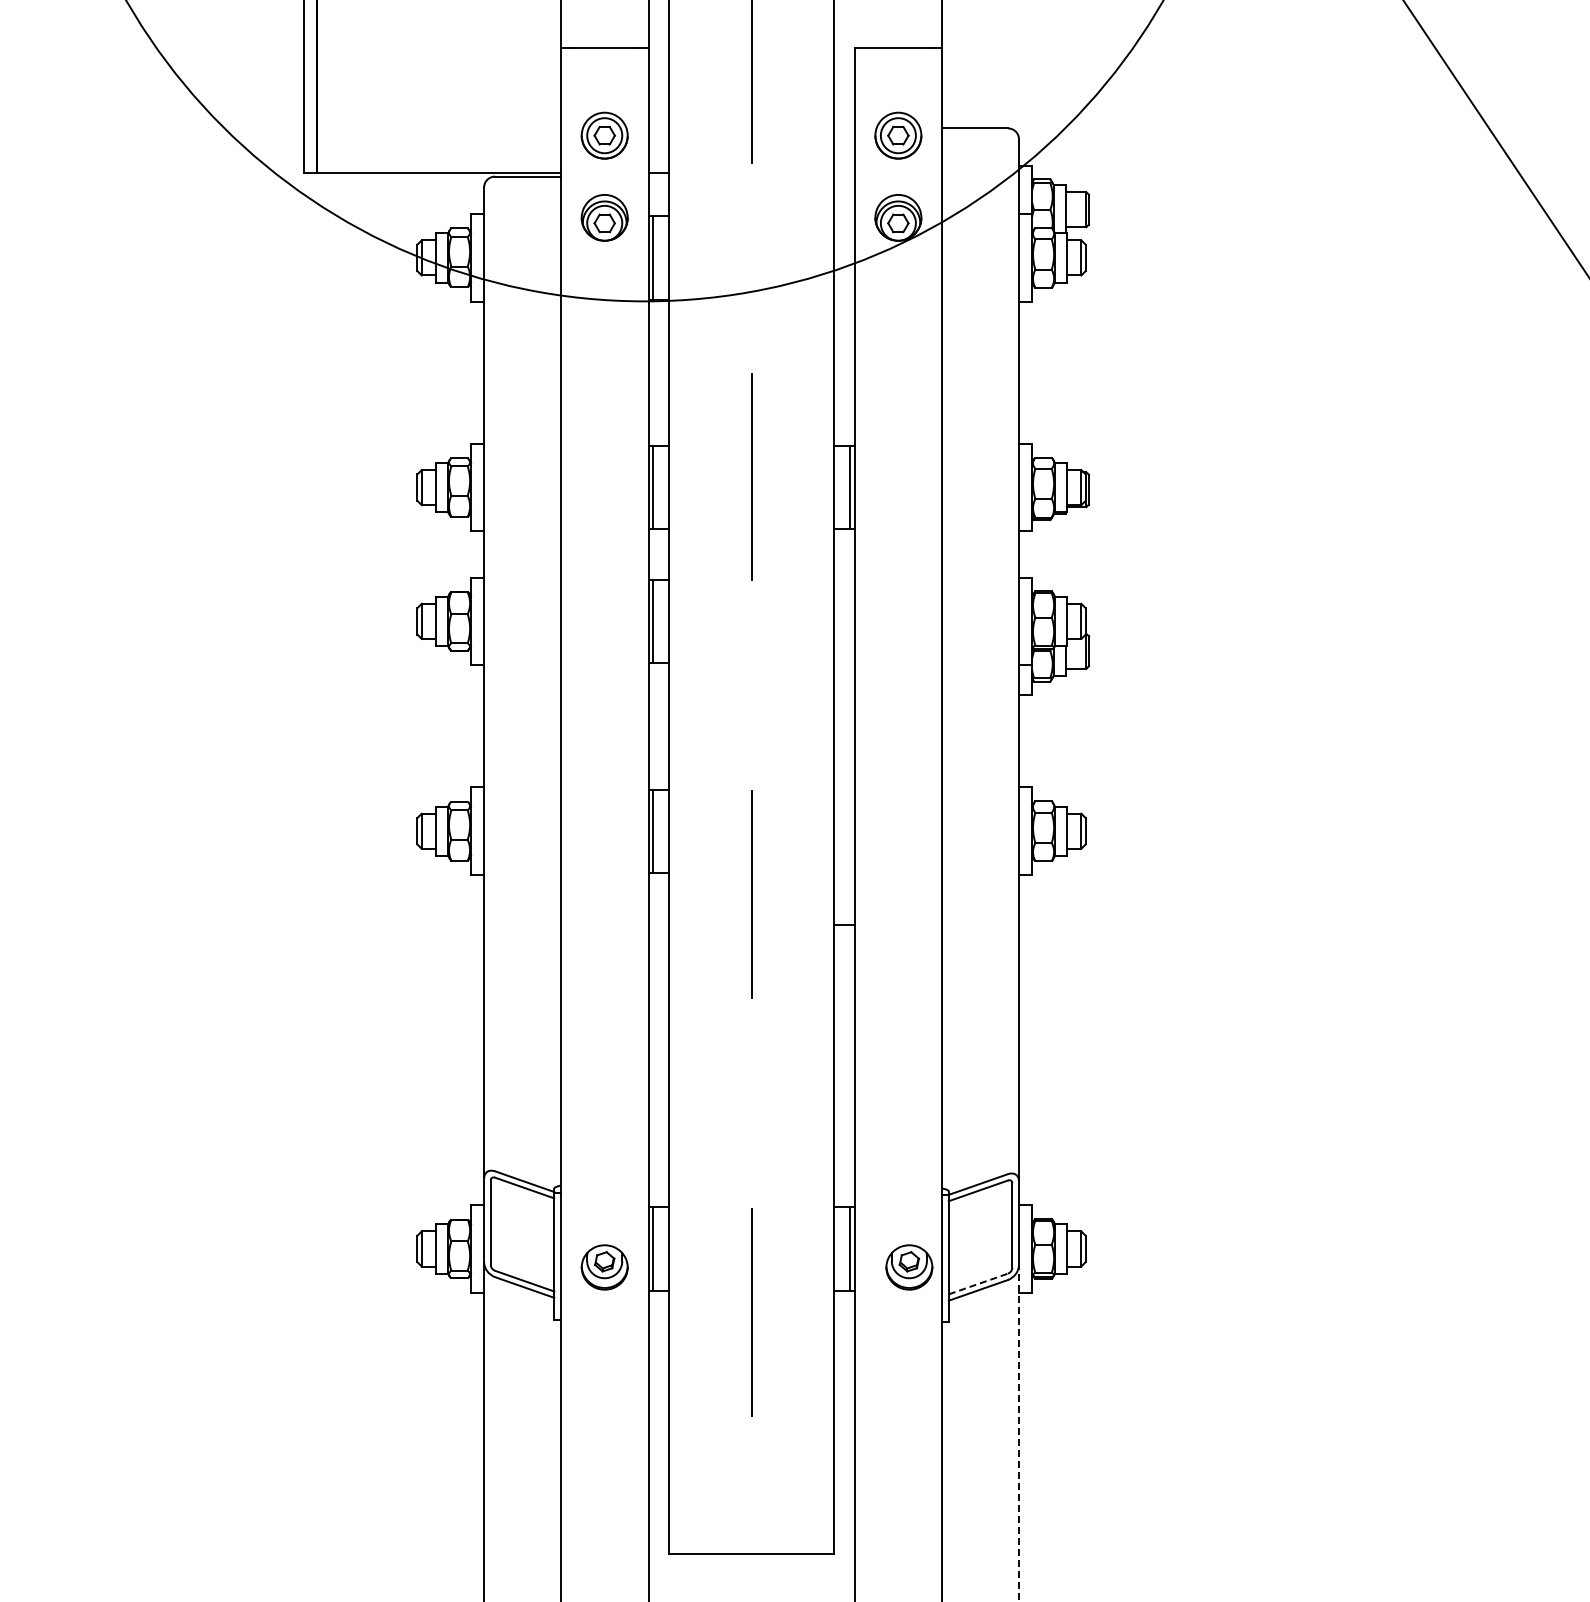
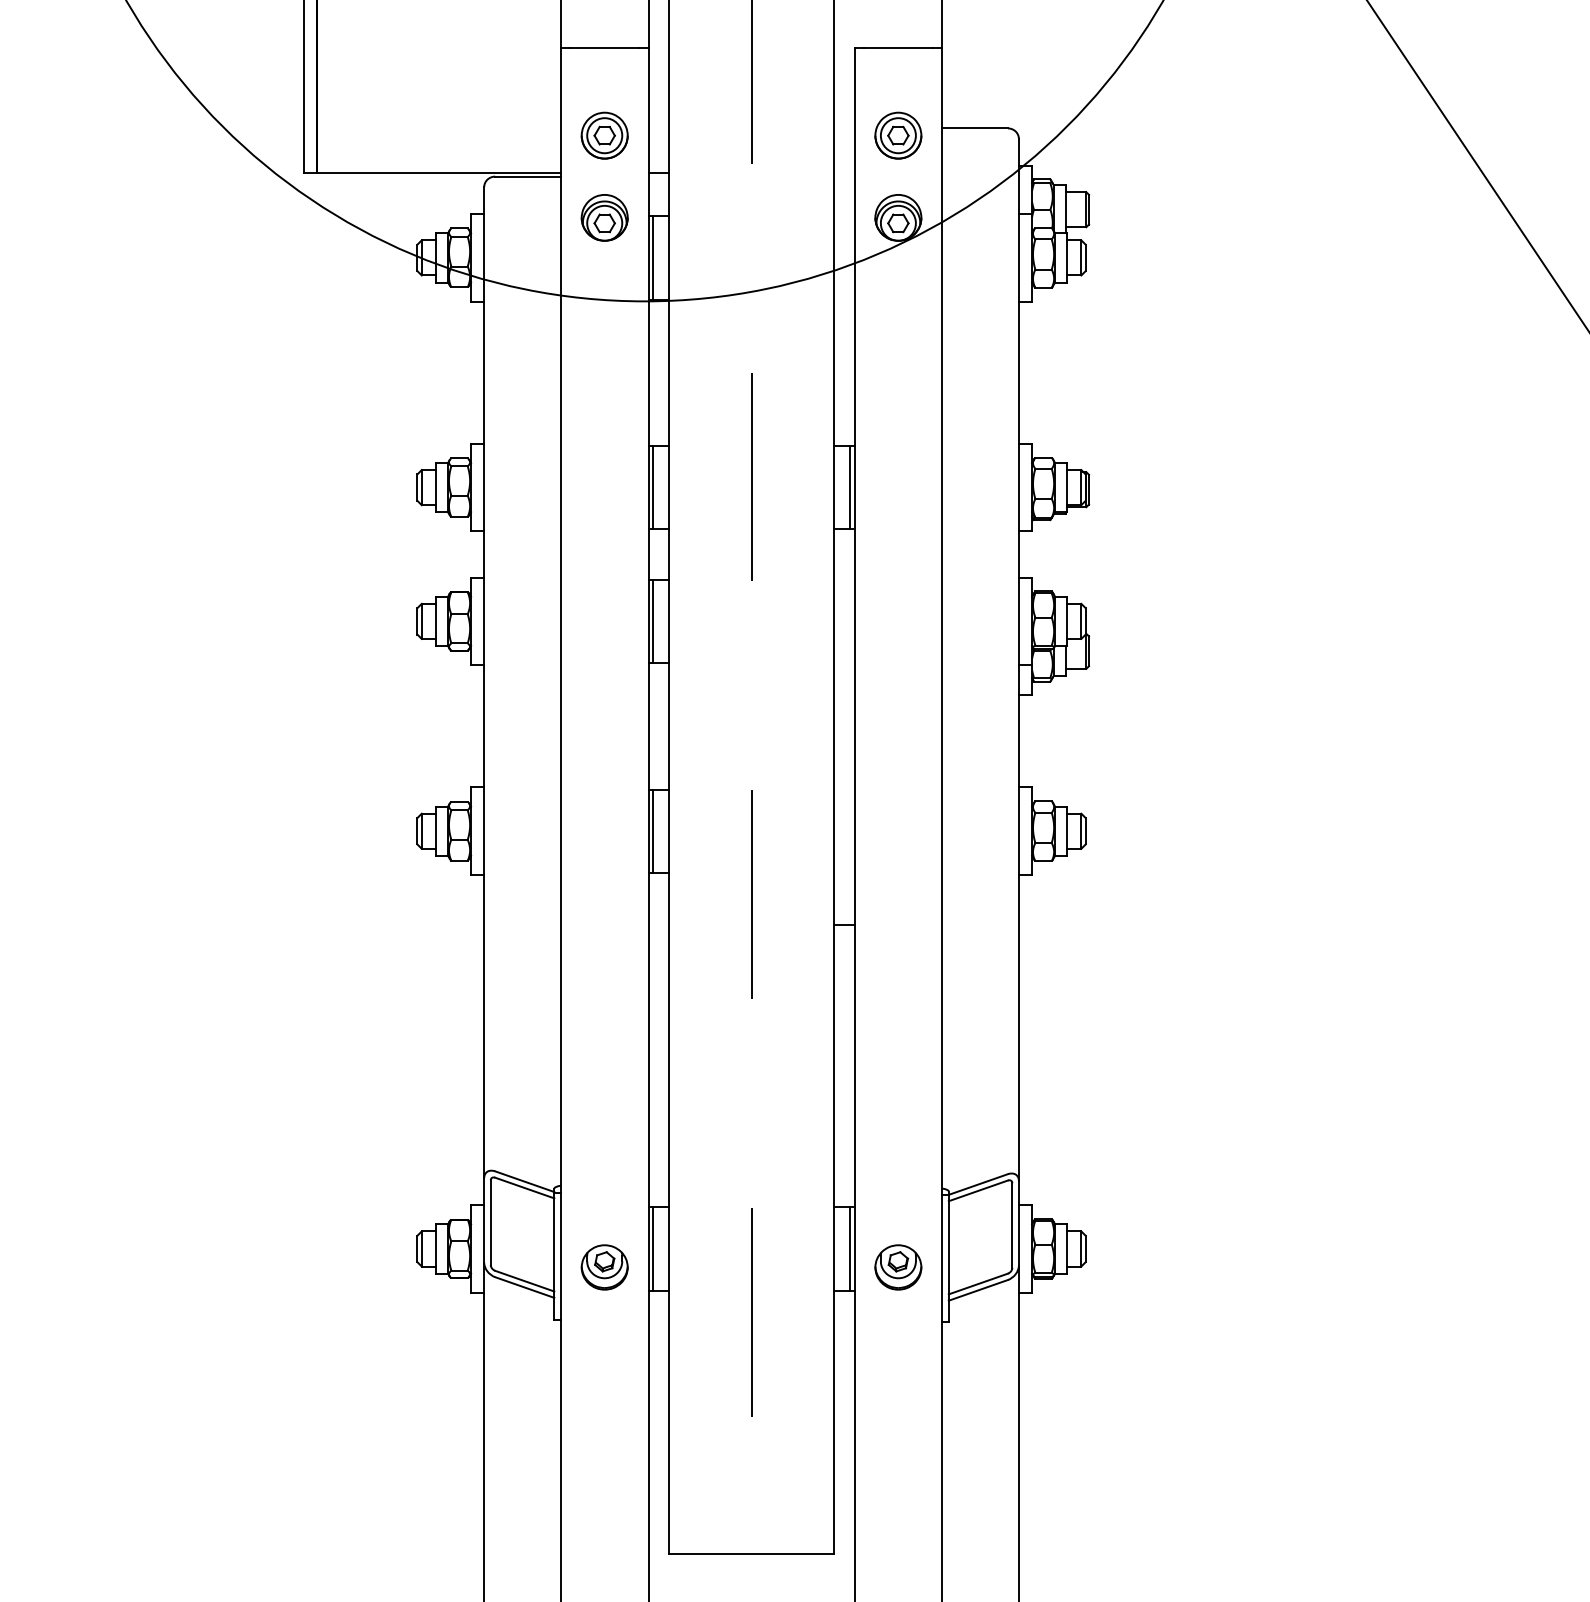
line at (1495, 138) position: (1495, 138) -> (1477, 165)
part at (909, 1267) position: (909, 1267) -> (898, 1267)
line at (978, 1283): dashed -> solid
line at (1018, 1433): dashed -> solid
